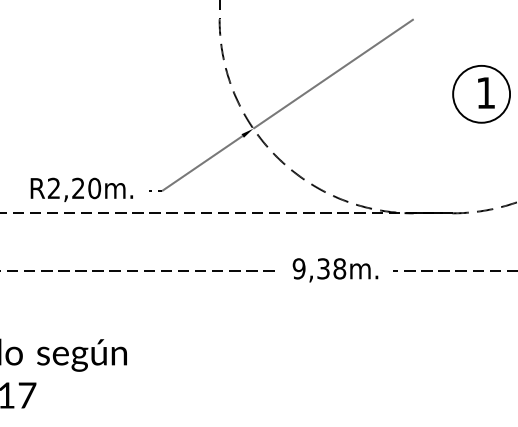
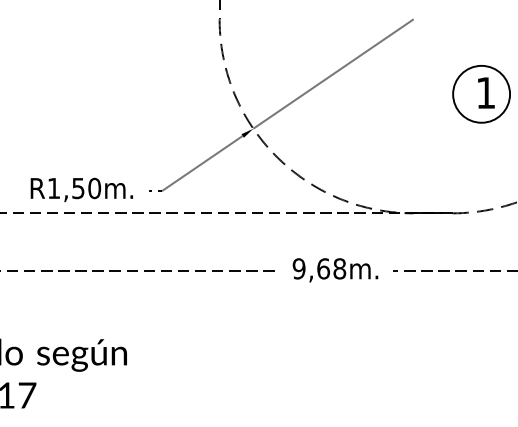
text at (65, 188): R2,20m. -> R1,50m.
text at (323, 268): 9,38m. -> 9,68m.
